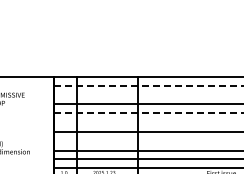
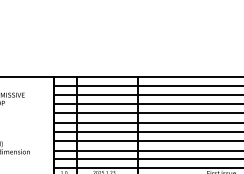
line at (148, 86): dashed -> solid
line at (146, 95): none -> present
line at (148, 113): dashed -> solid
line at (146, 122): none -> present
line at (146, 141): none -> present
